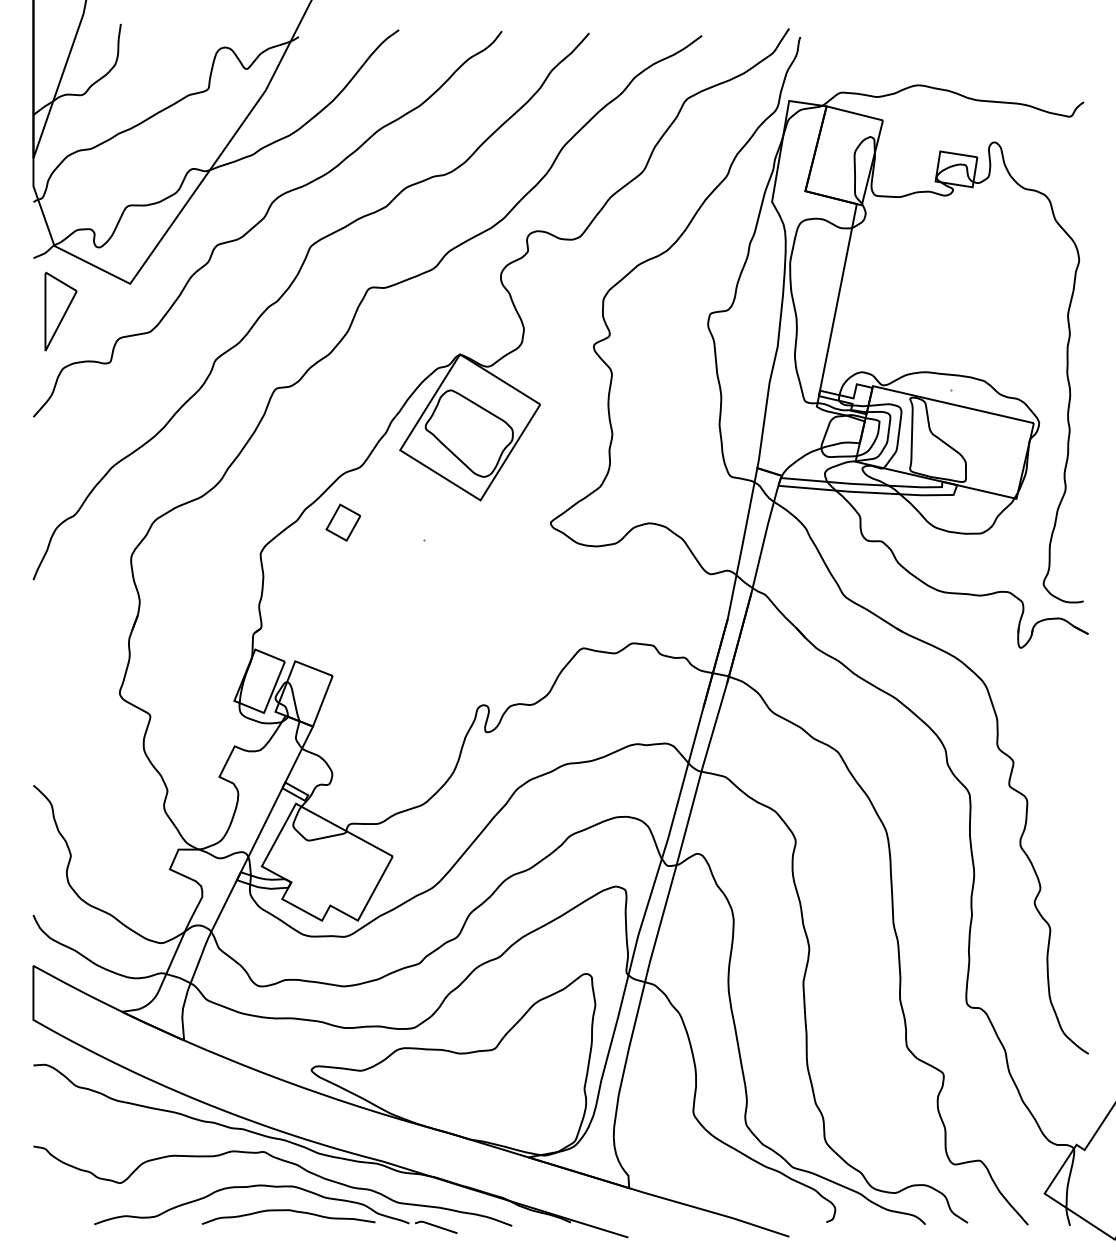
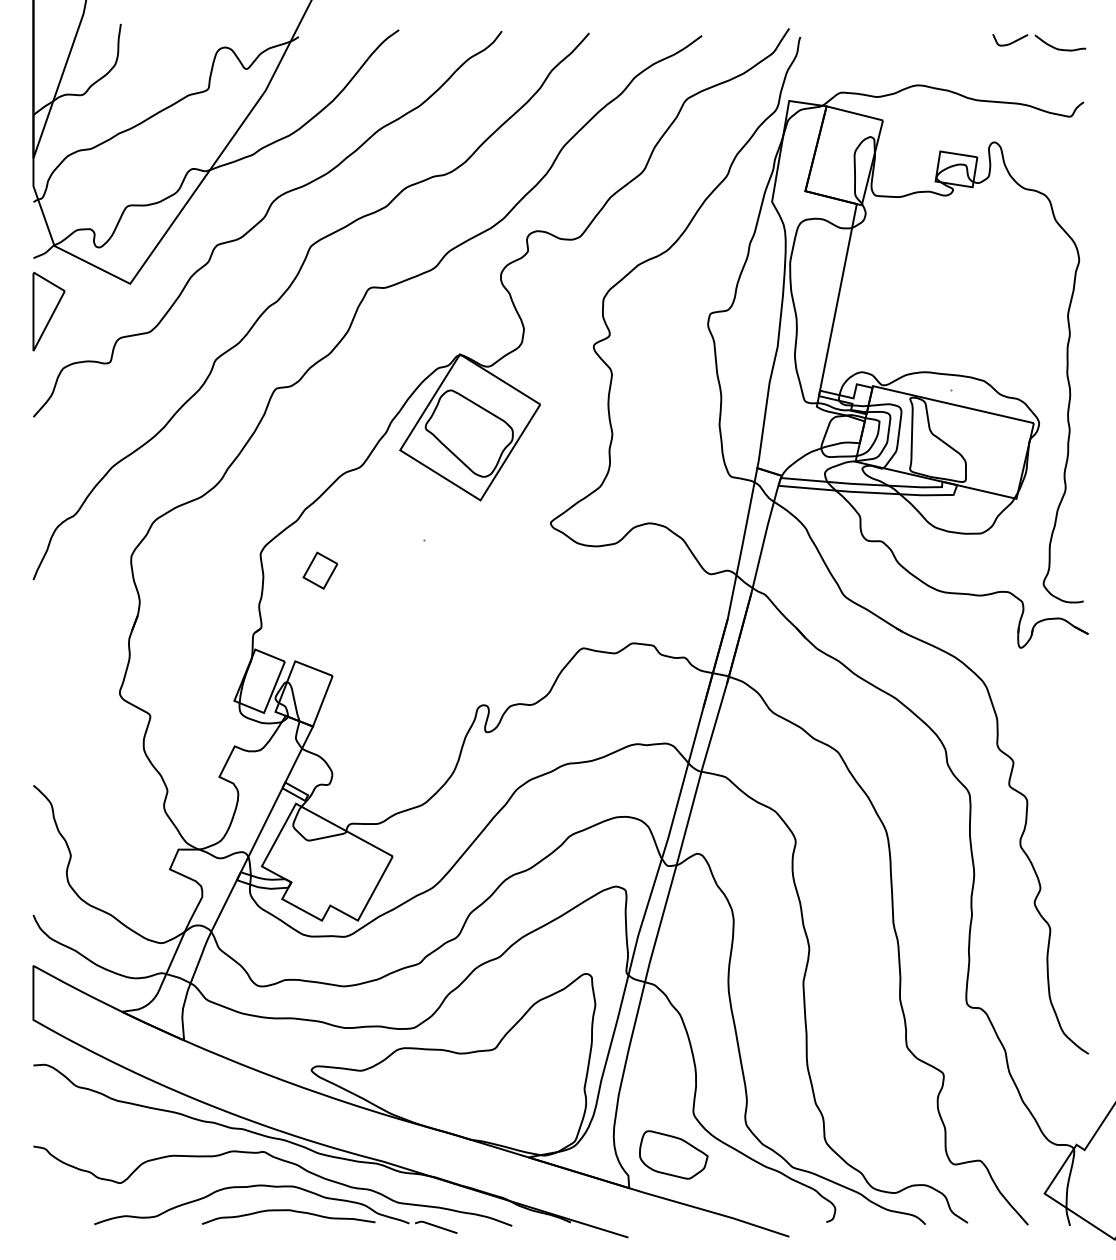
part at (1039, 42): none -> present
part at (60, 311) position: (60, 311) -> (48, 311)
part at (342, 522) position: (342, 522) -> (319, 570)
part at (673, 1154): none -> present
